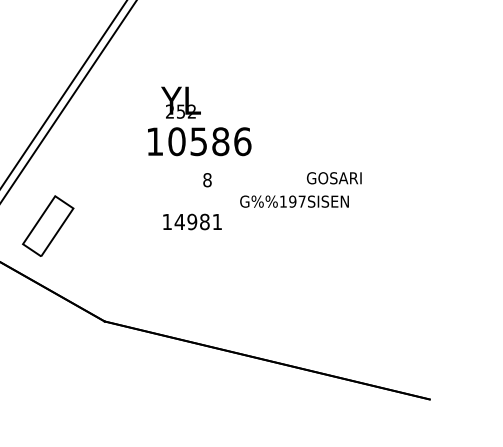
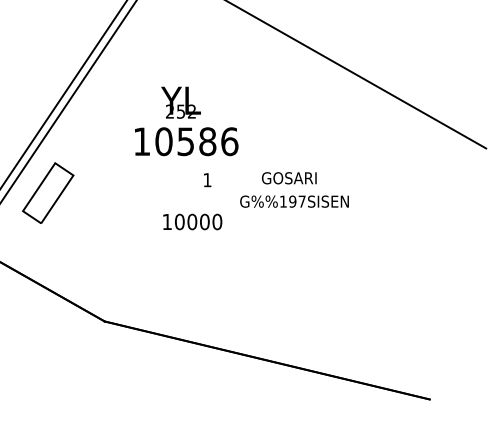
line at (357, 75): none -> present
text at (199, 141) position: (199, 141) -> (186, 141)
text at (334, 178) position: (334, 178) -> (289, 178)
text at (207, 180): 8 -> 1
text at (198, 221): 14981 -> 10000
part at (48, 225) position: (48, 225) -> (48, 192)
